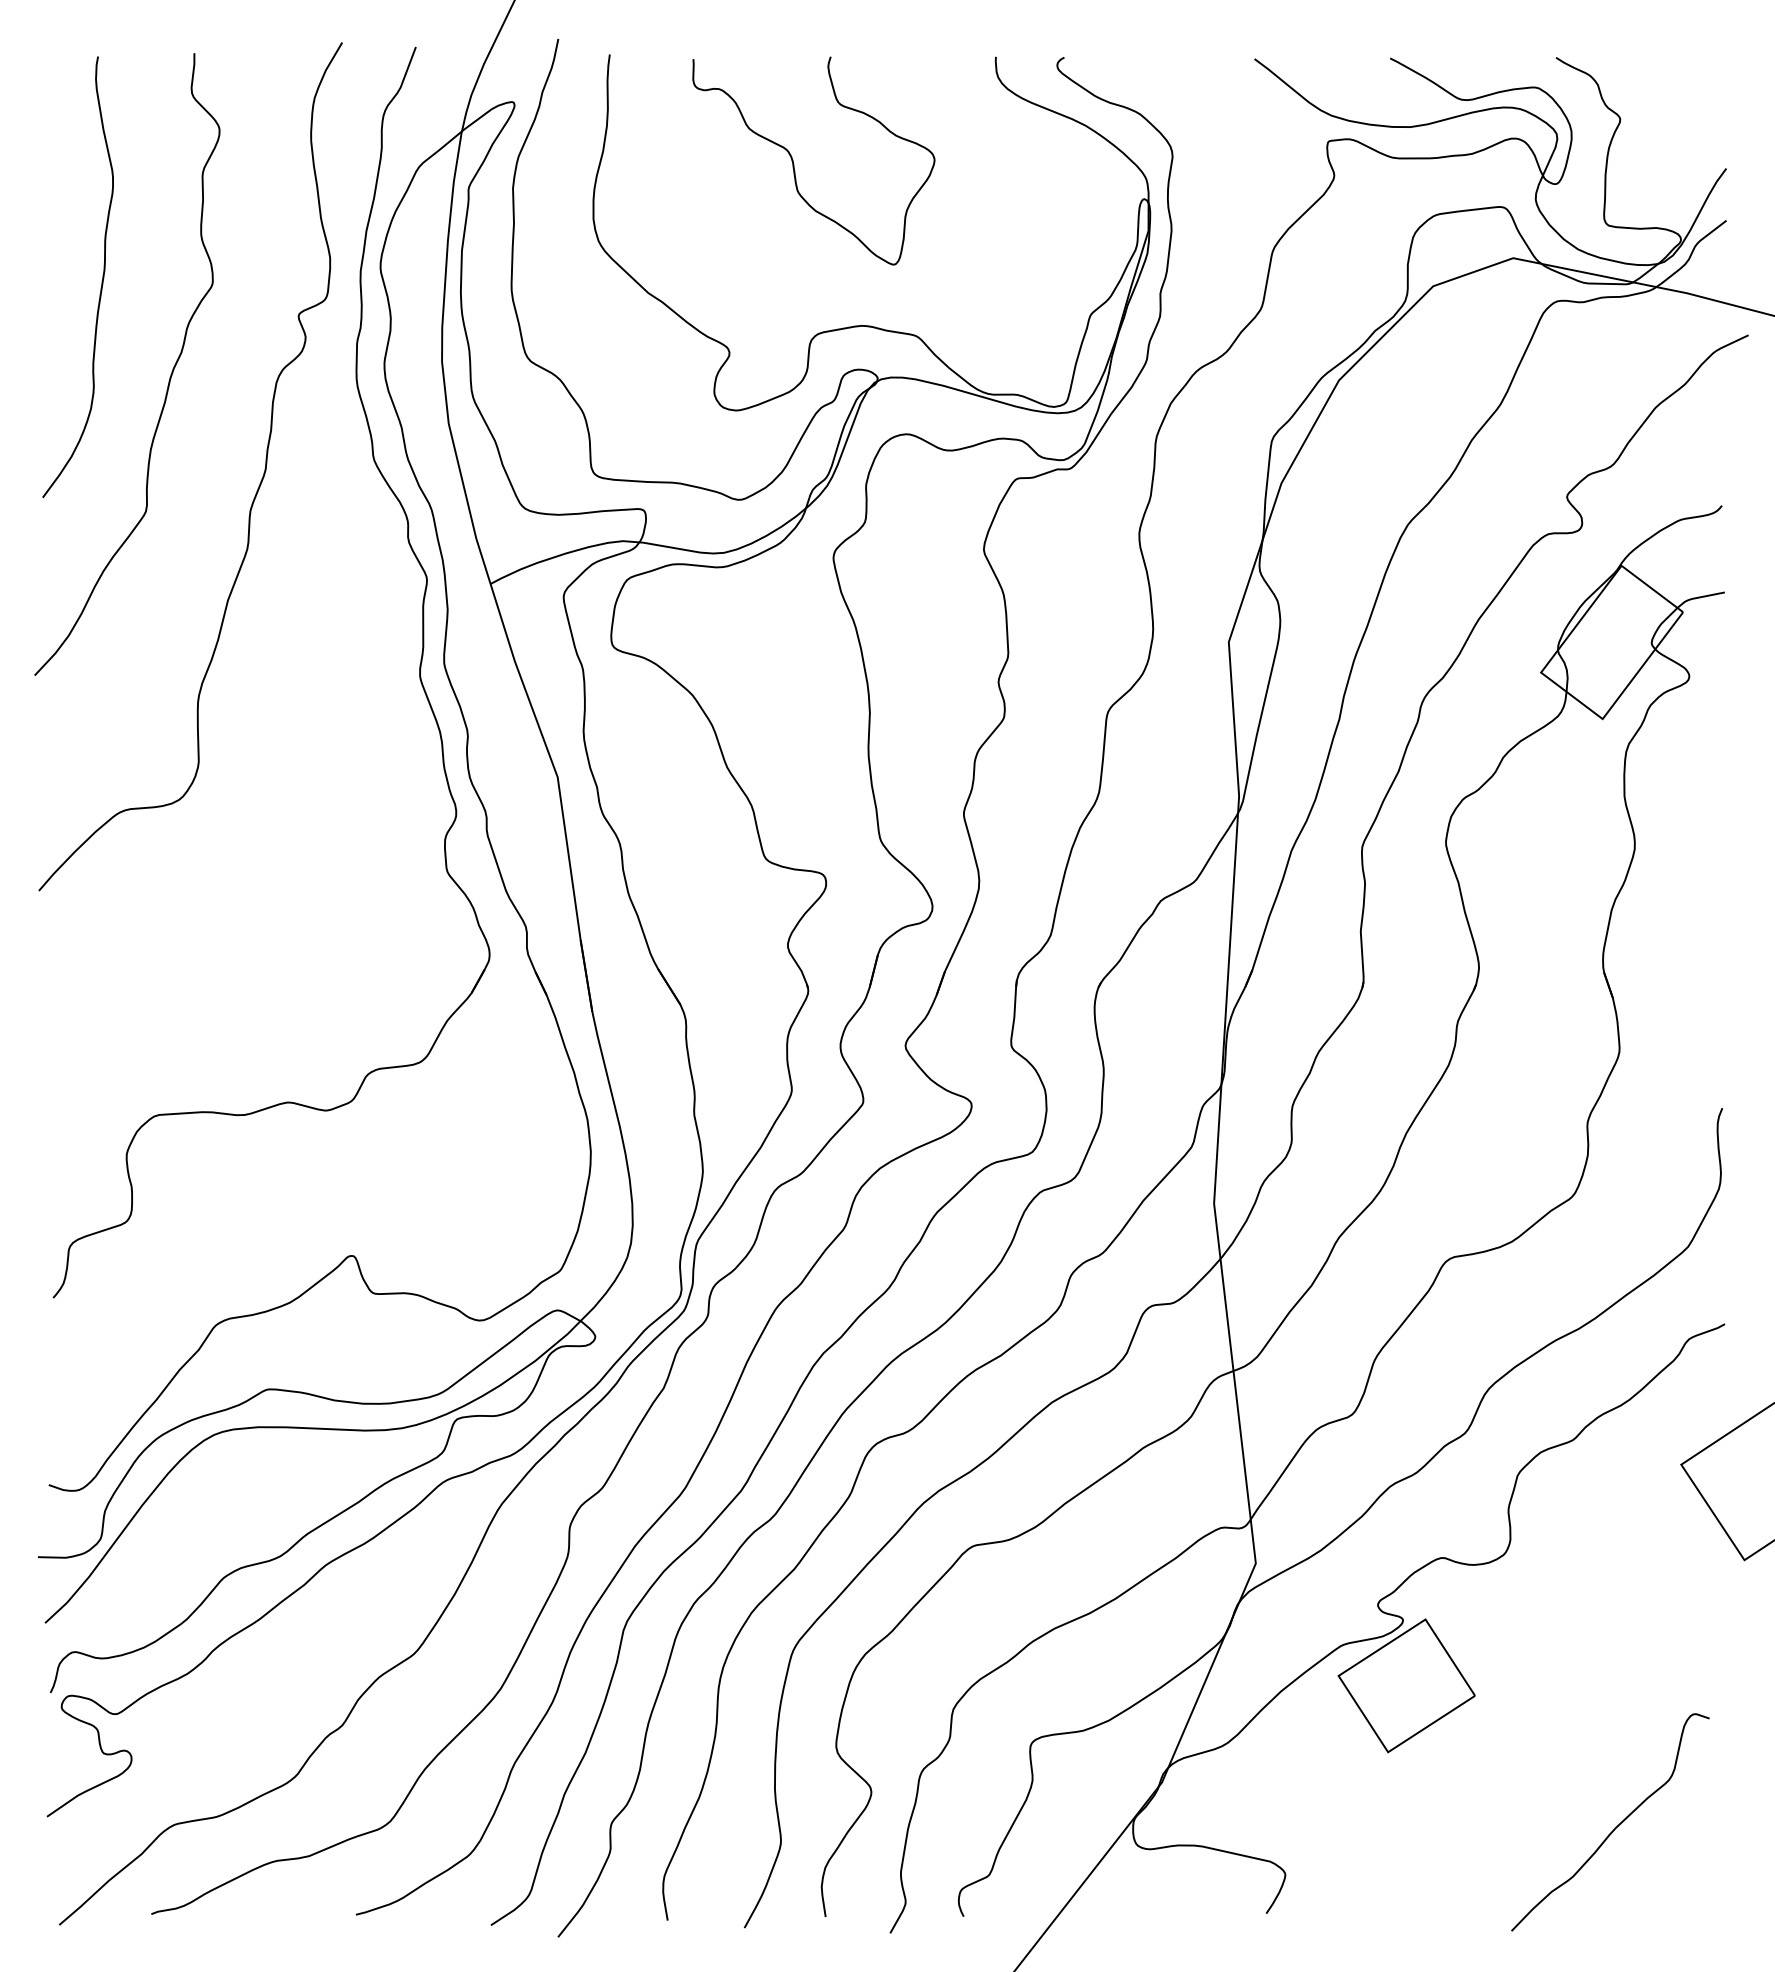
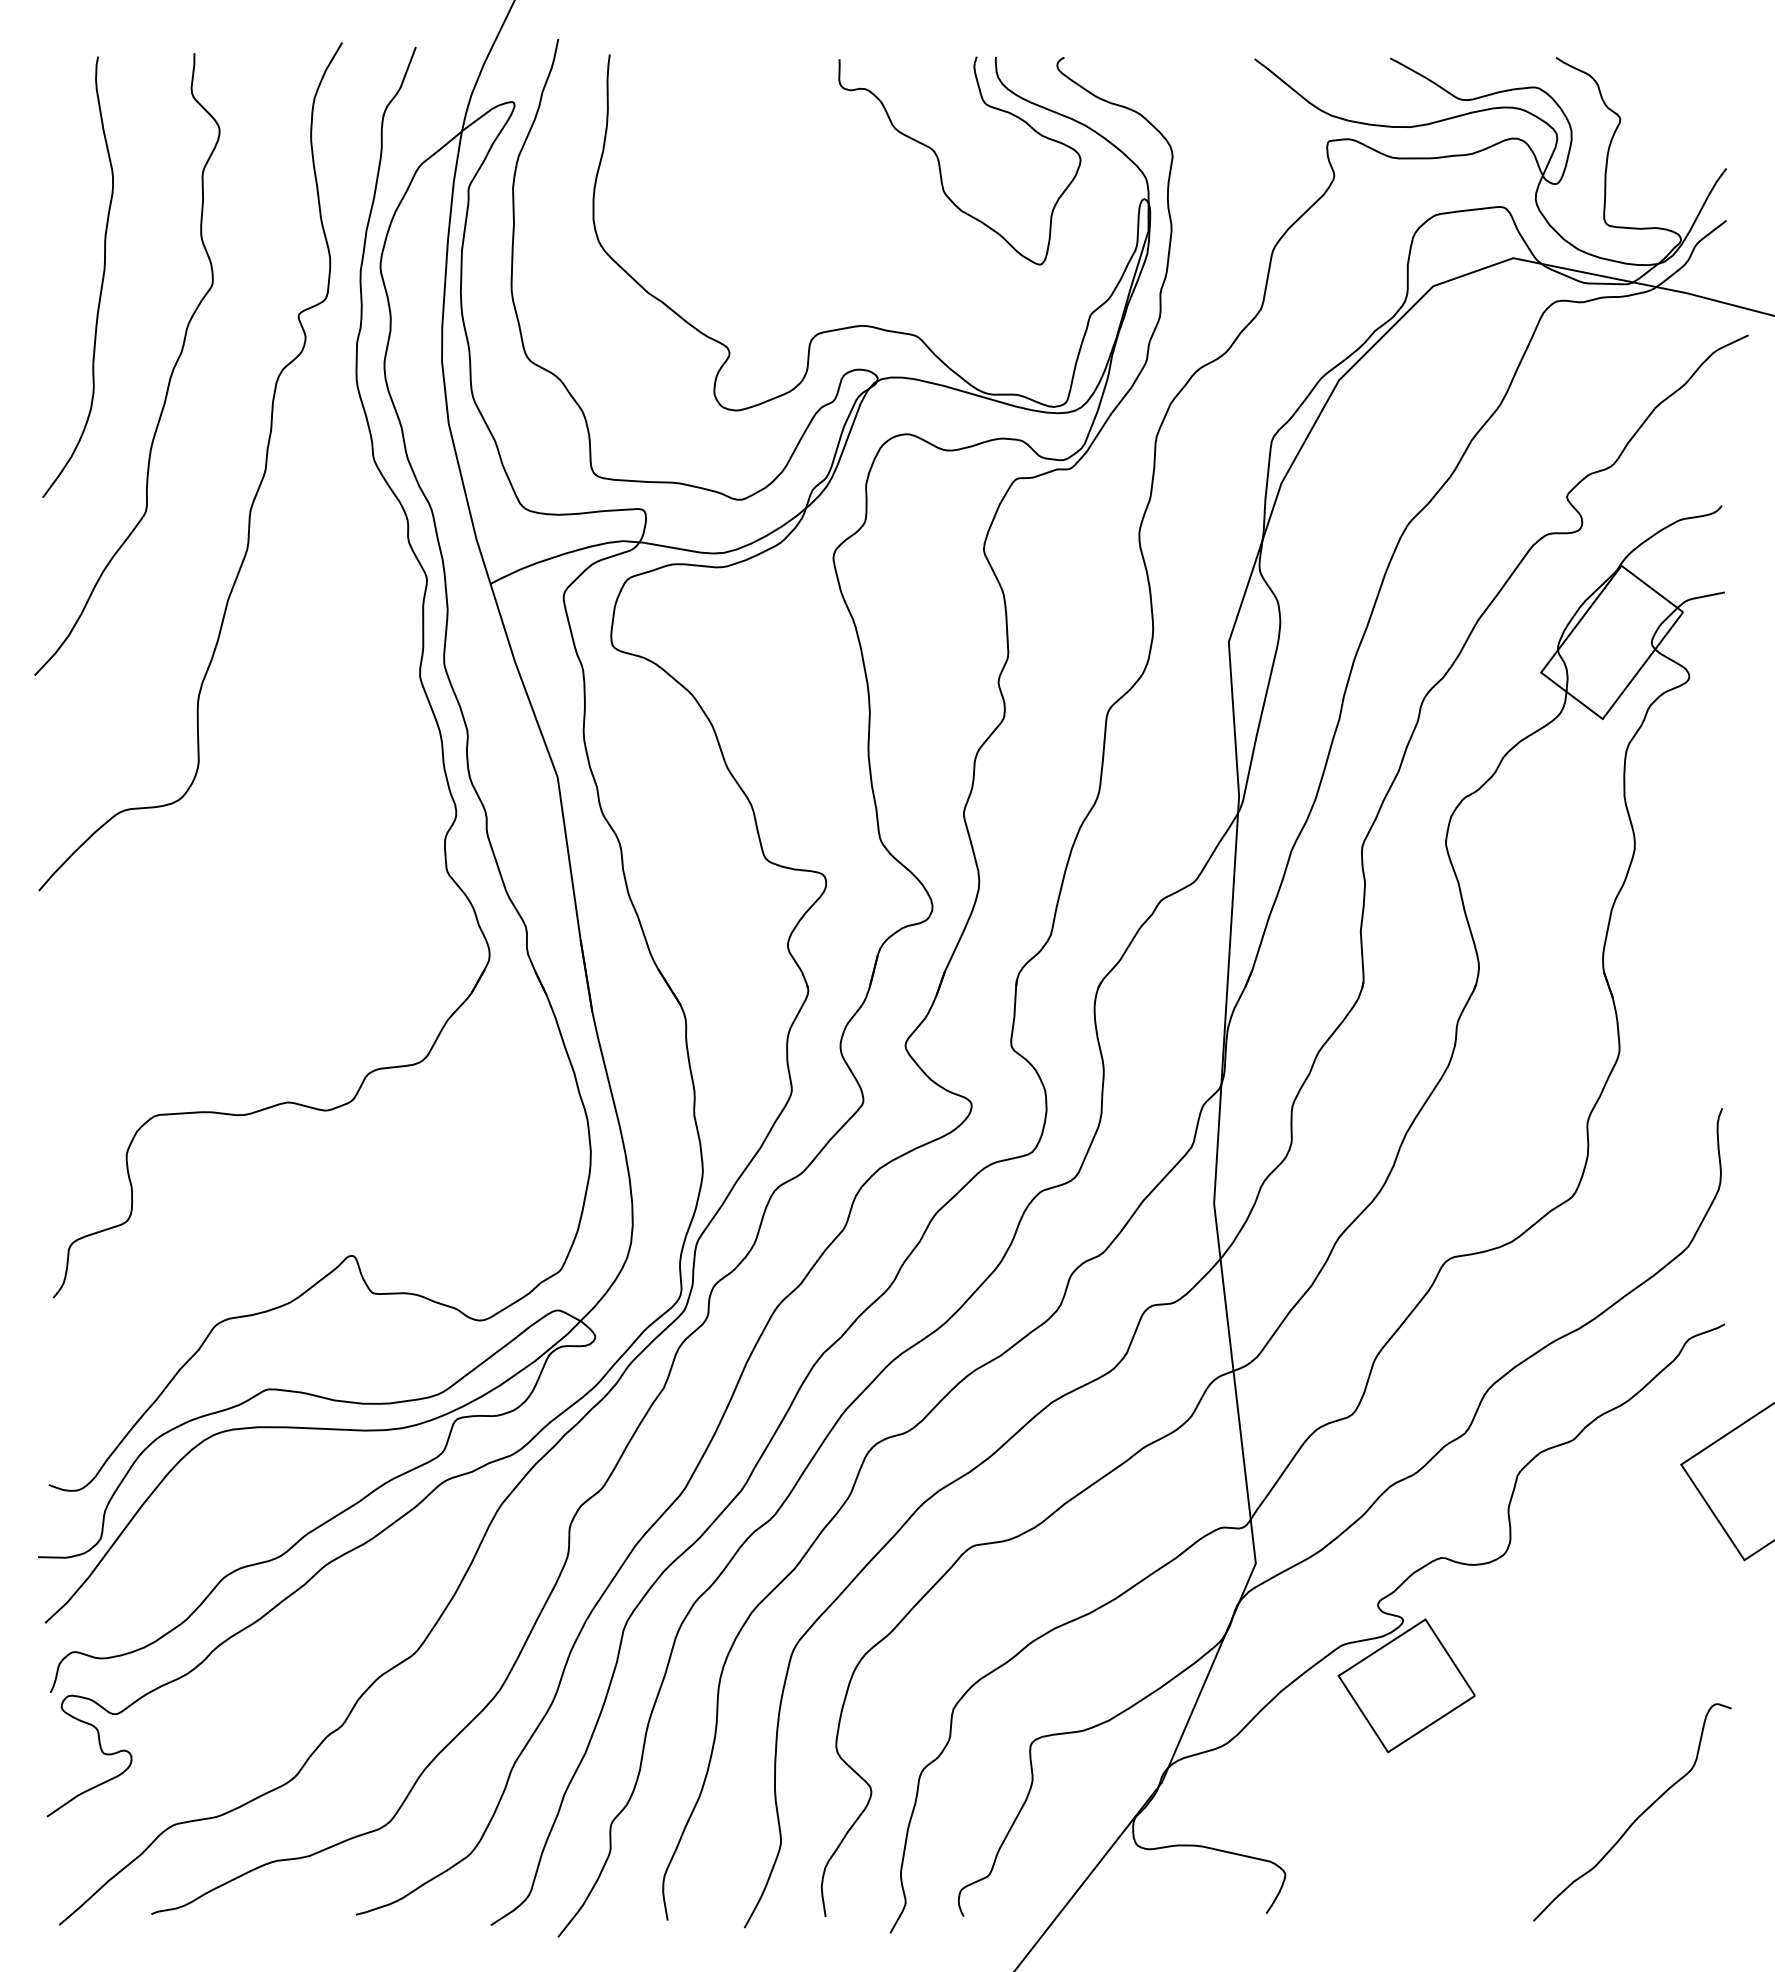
curve at (794, 163) position: (794, 163) -> (940, 163)
curve at (1615, 1827) position: (1615, 1827) -> (1637, 1817)
